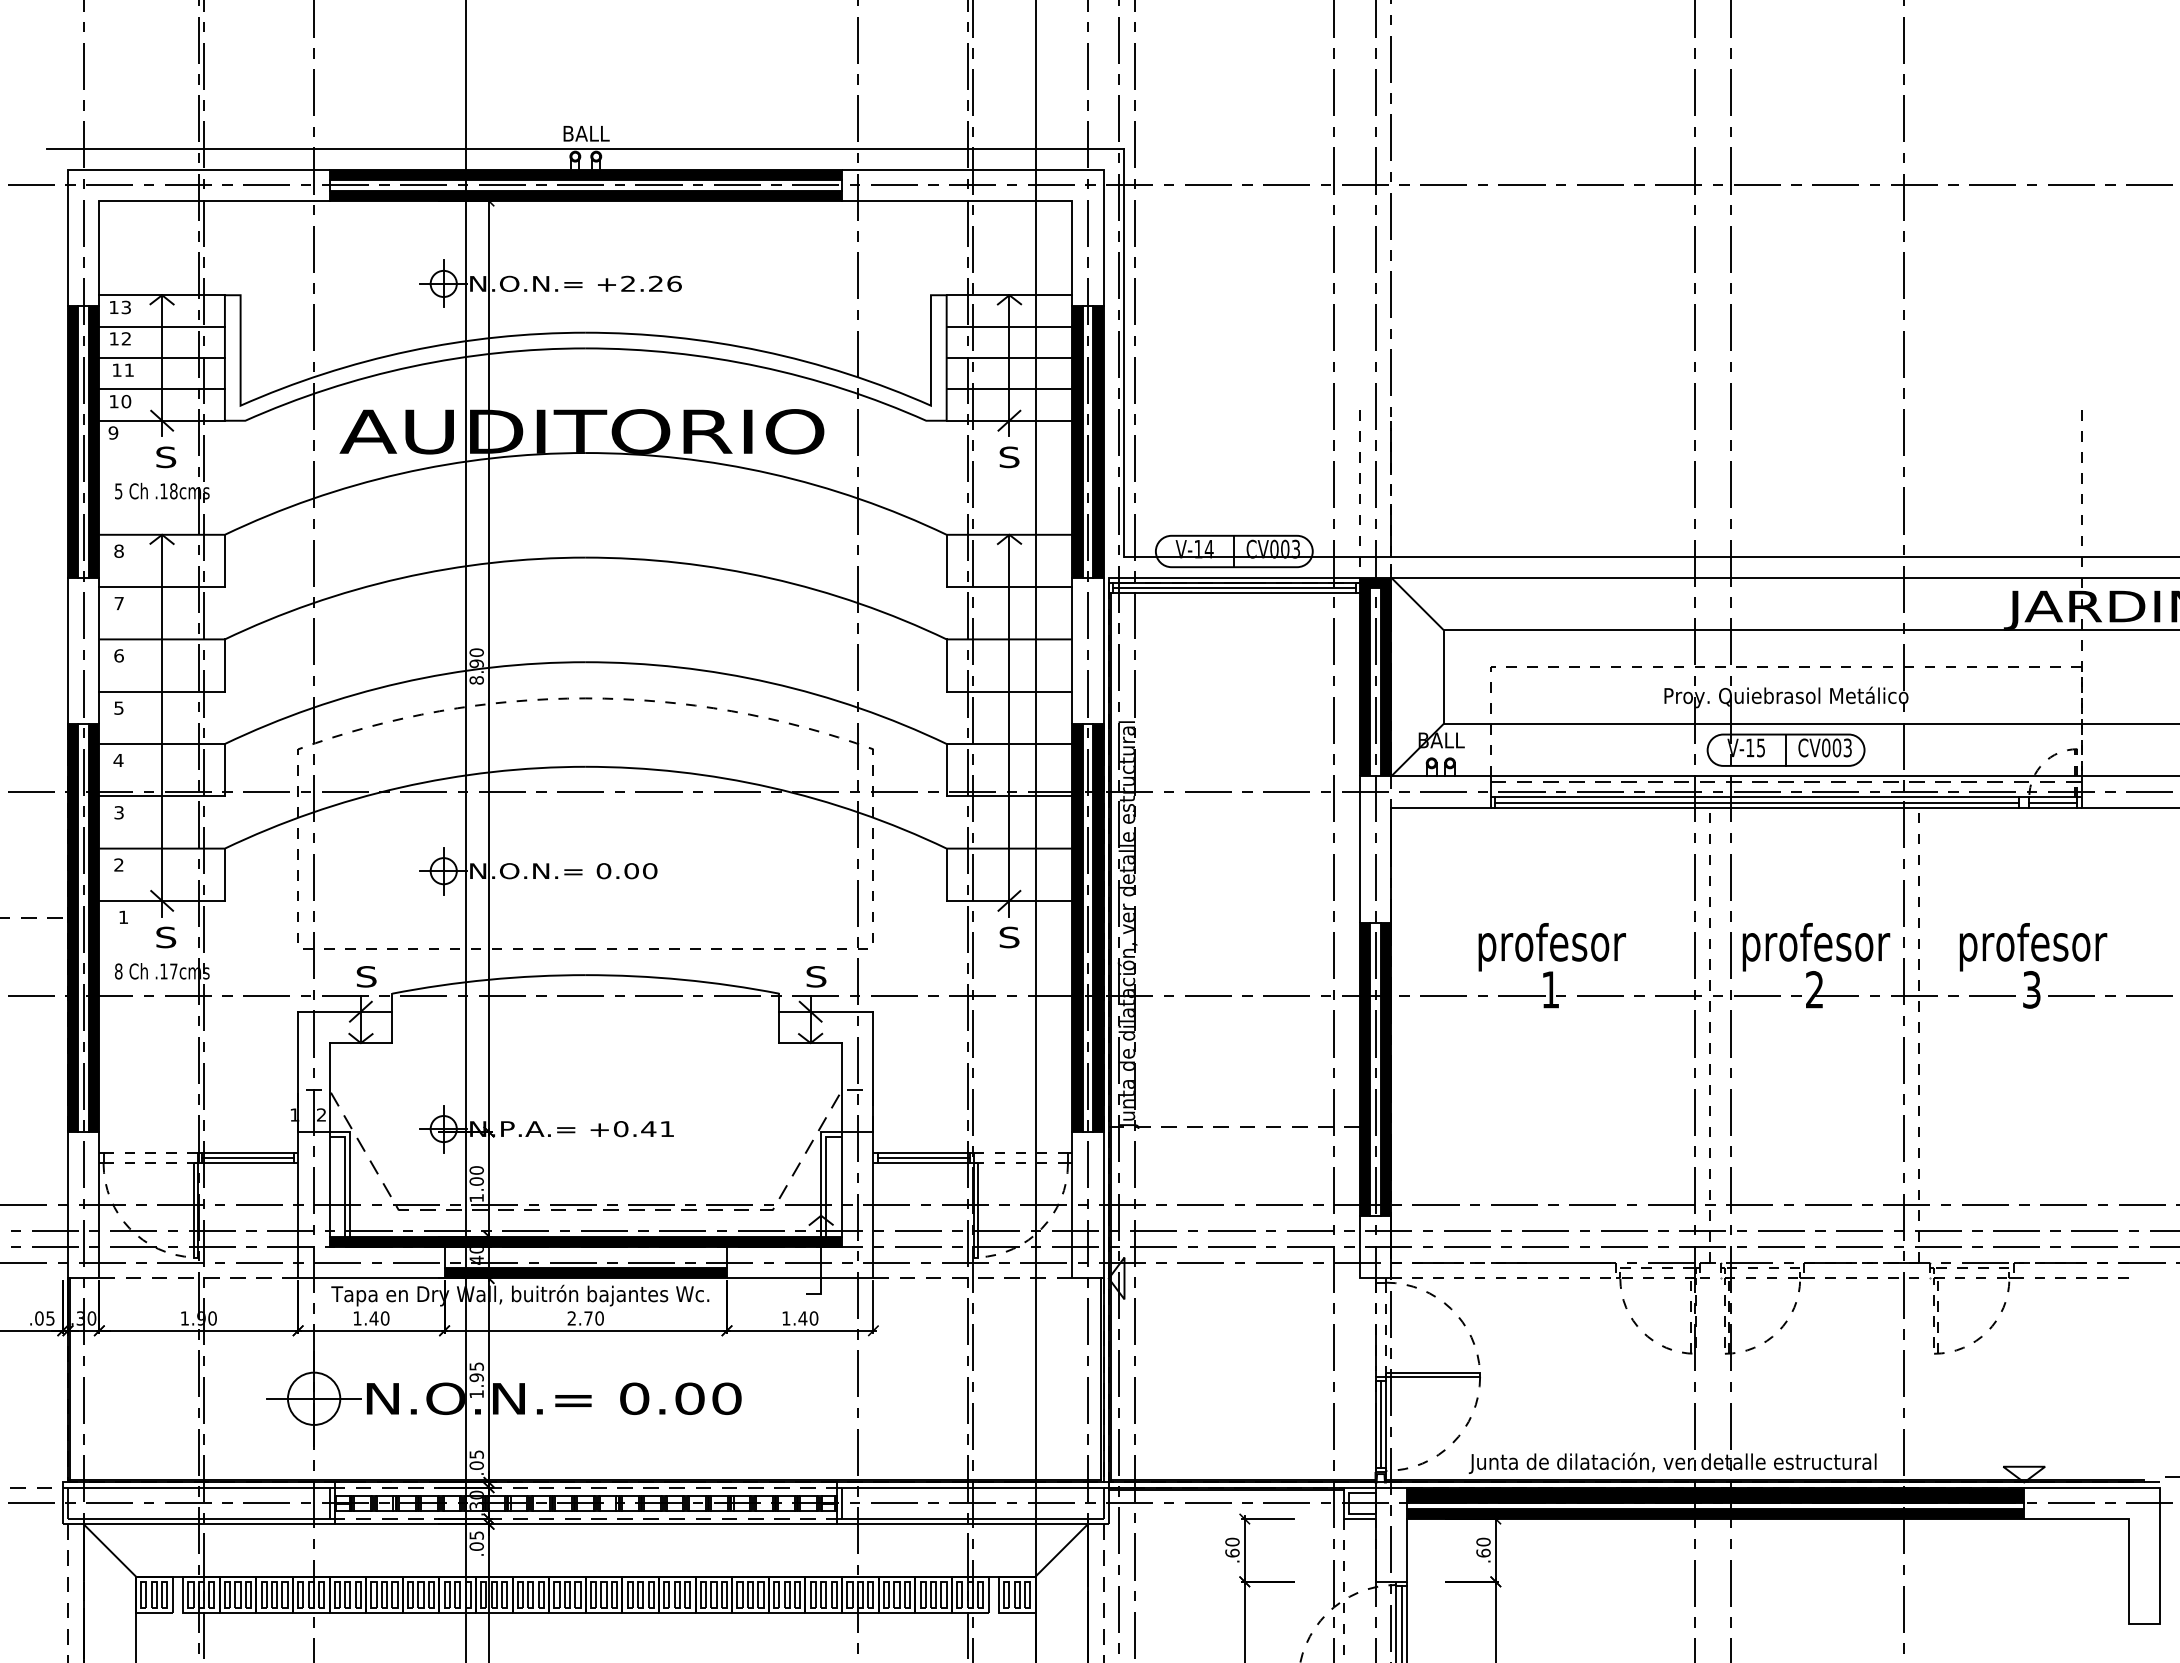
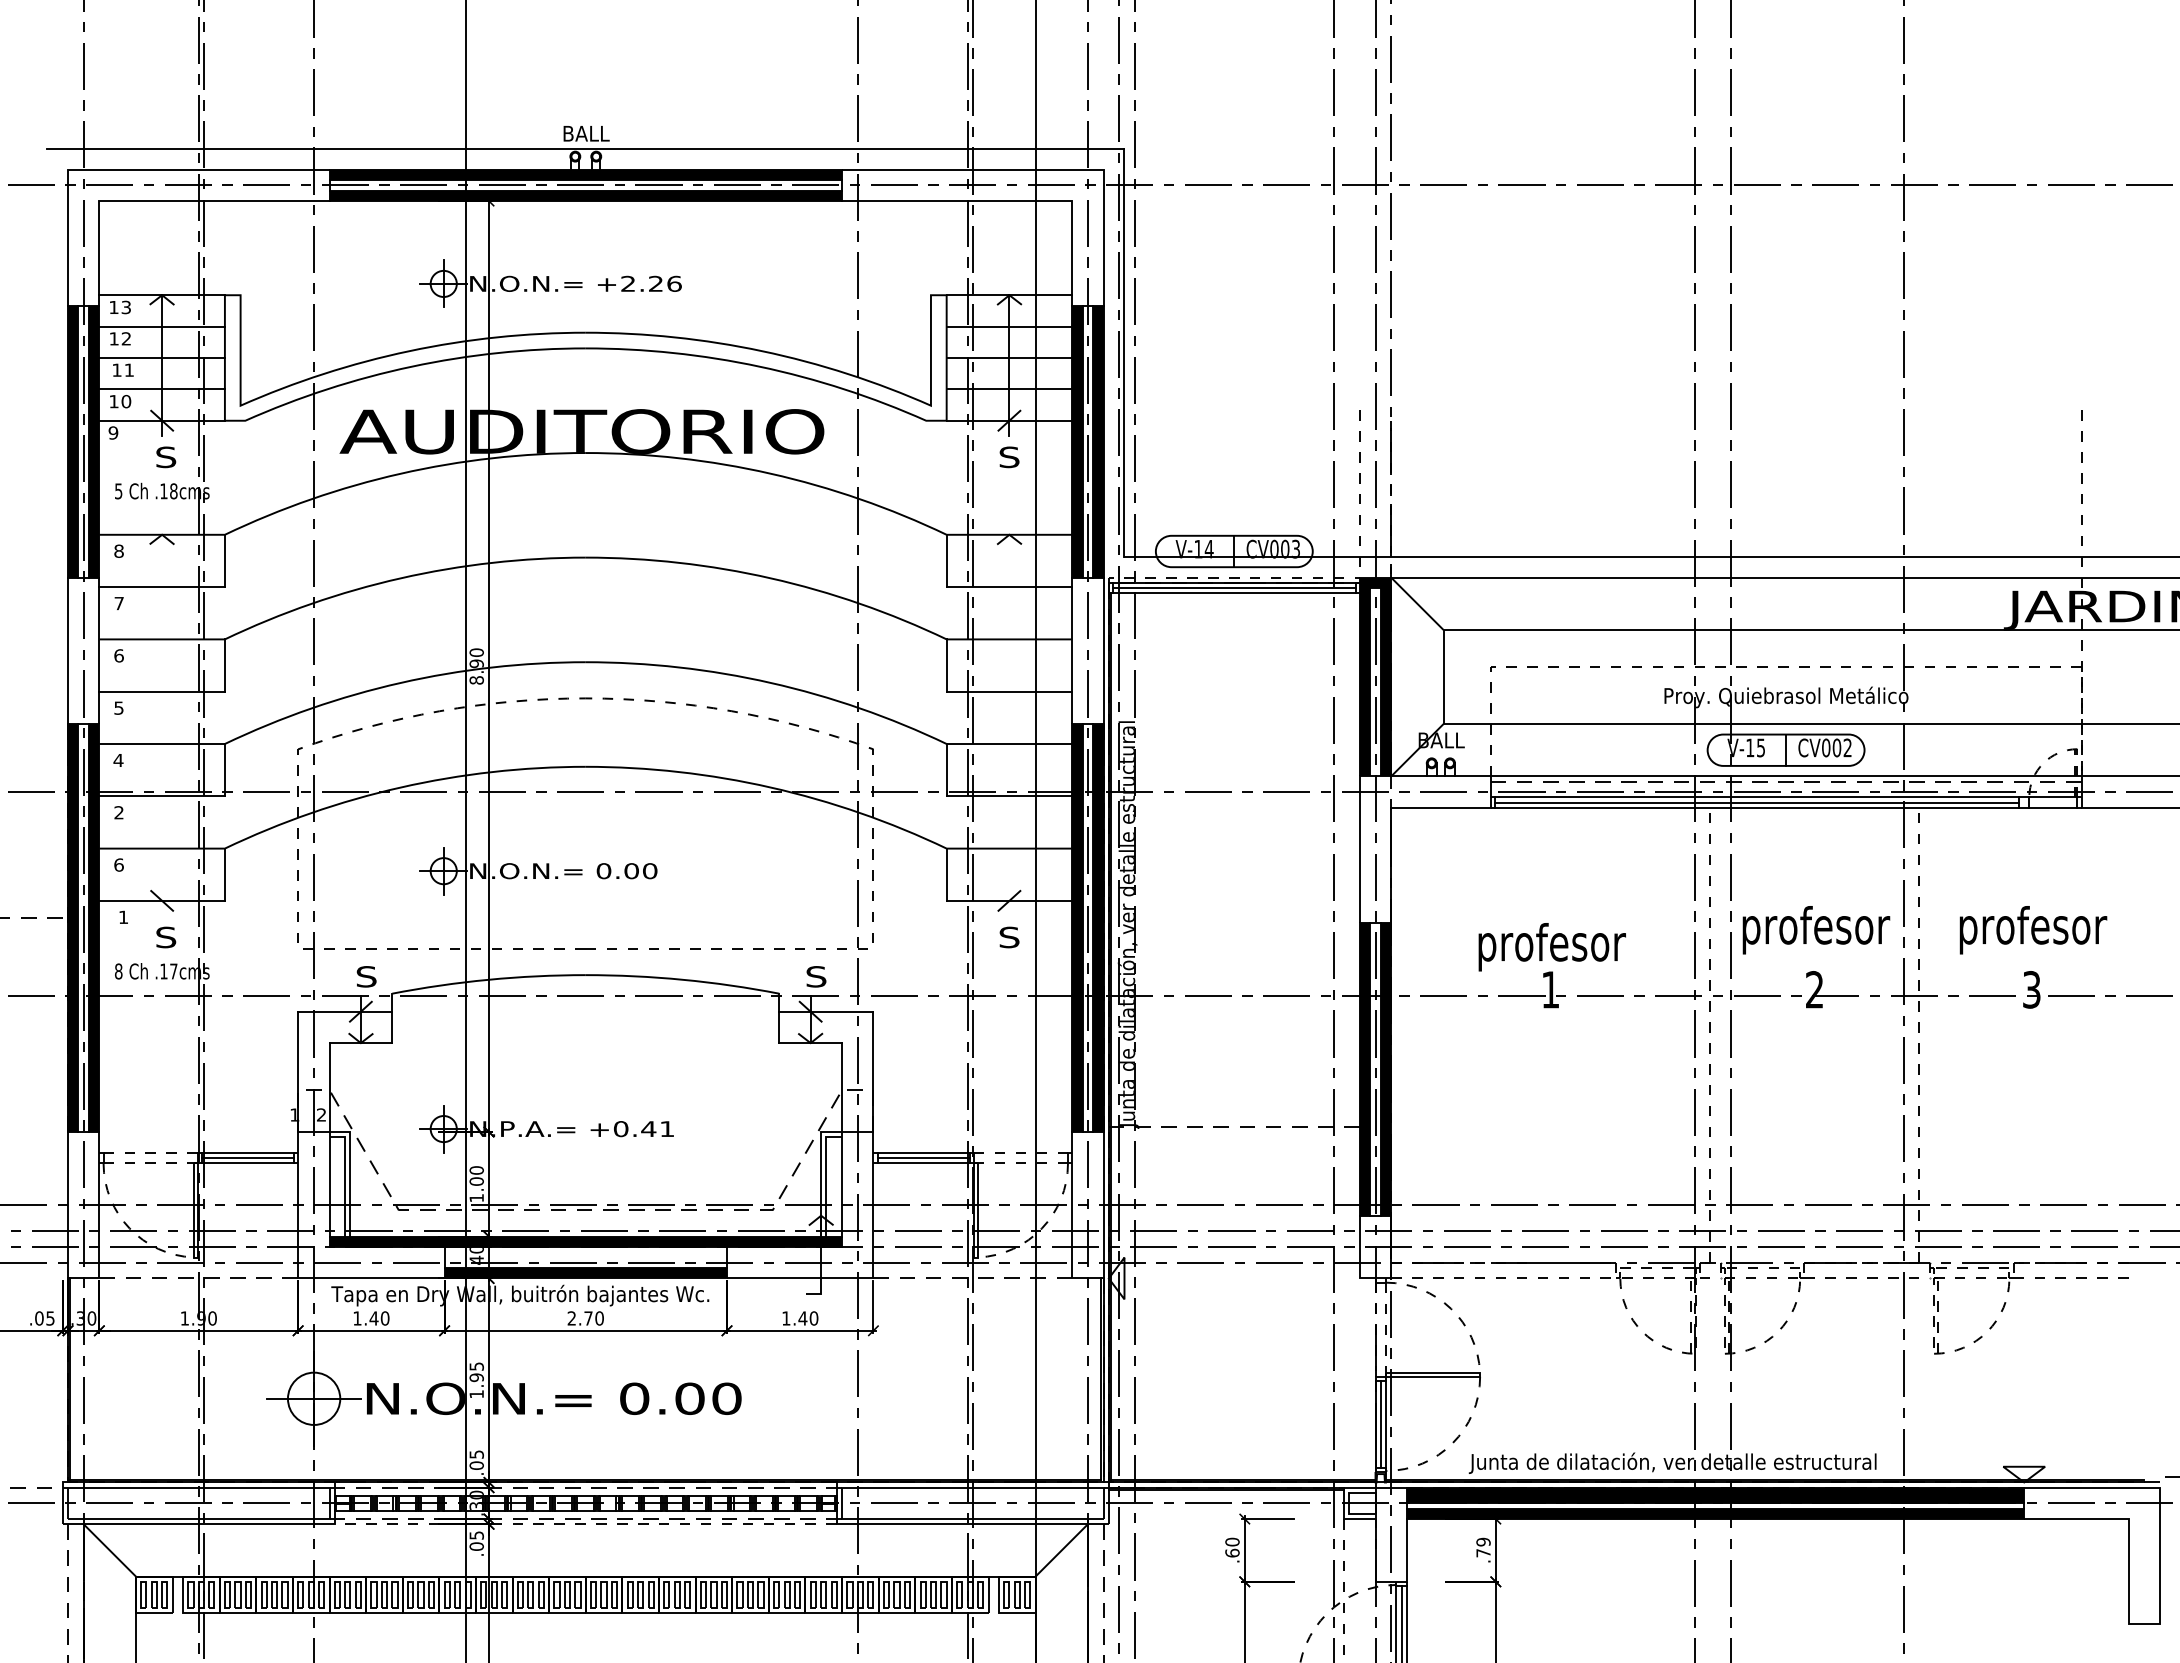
line at (1231, 577): solid -> dashed
line at (162, 725): present -> none
line at (1009, 725): present -> none
text at (1847, 748): CV003 -> CV002
line at (2053, 802): present -> none
text at (118, 812): 3 -> 2
text at (118, 864): 2 -> 6
text at (1816, 947) position: (1816, 947) -> (1816, 930)
text at (2033, 947) position: (2033, 947) -> (2033, 930)
line at (585, 1524): solid -> dashed
text at (1483, 1547): .60 -> .79
